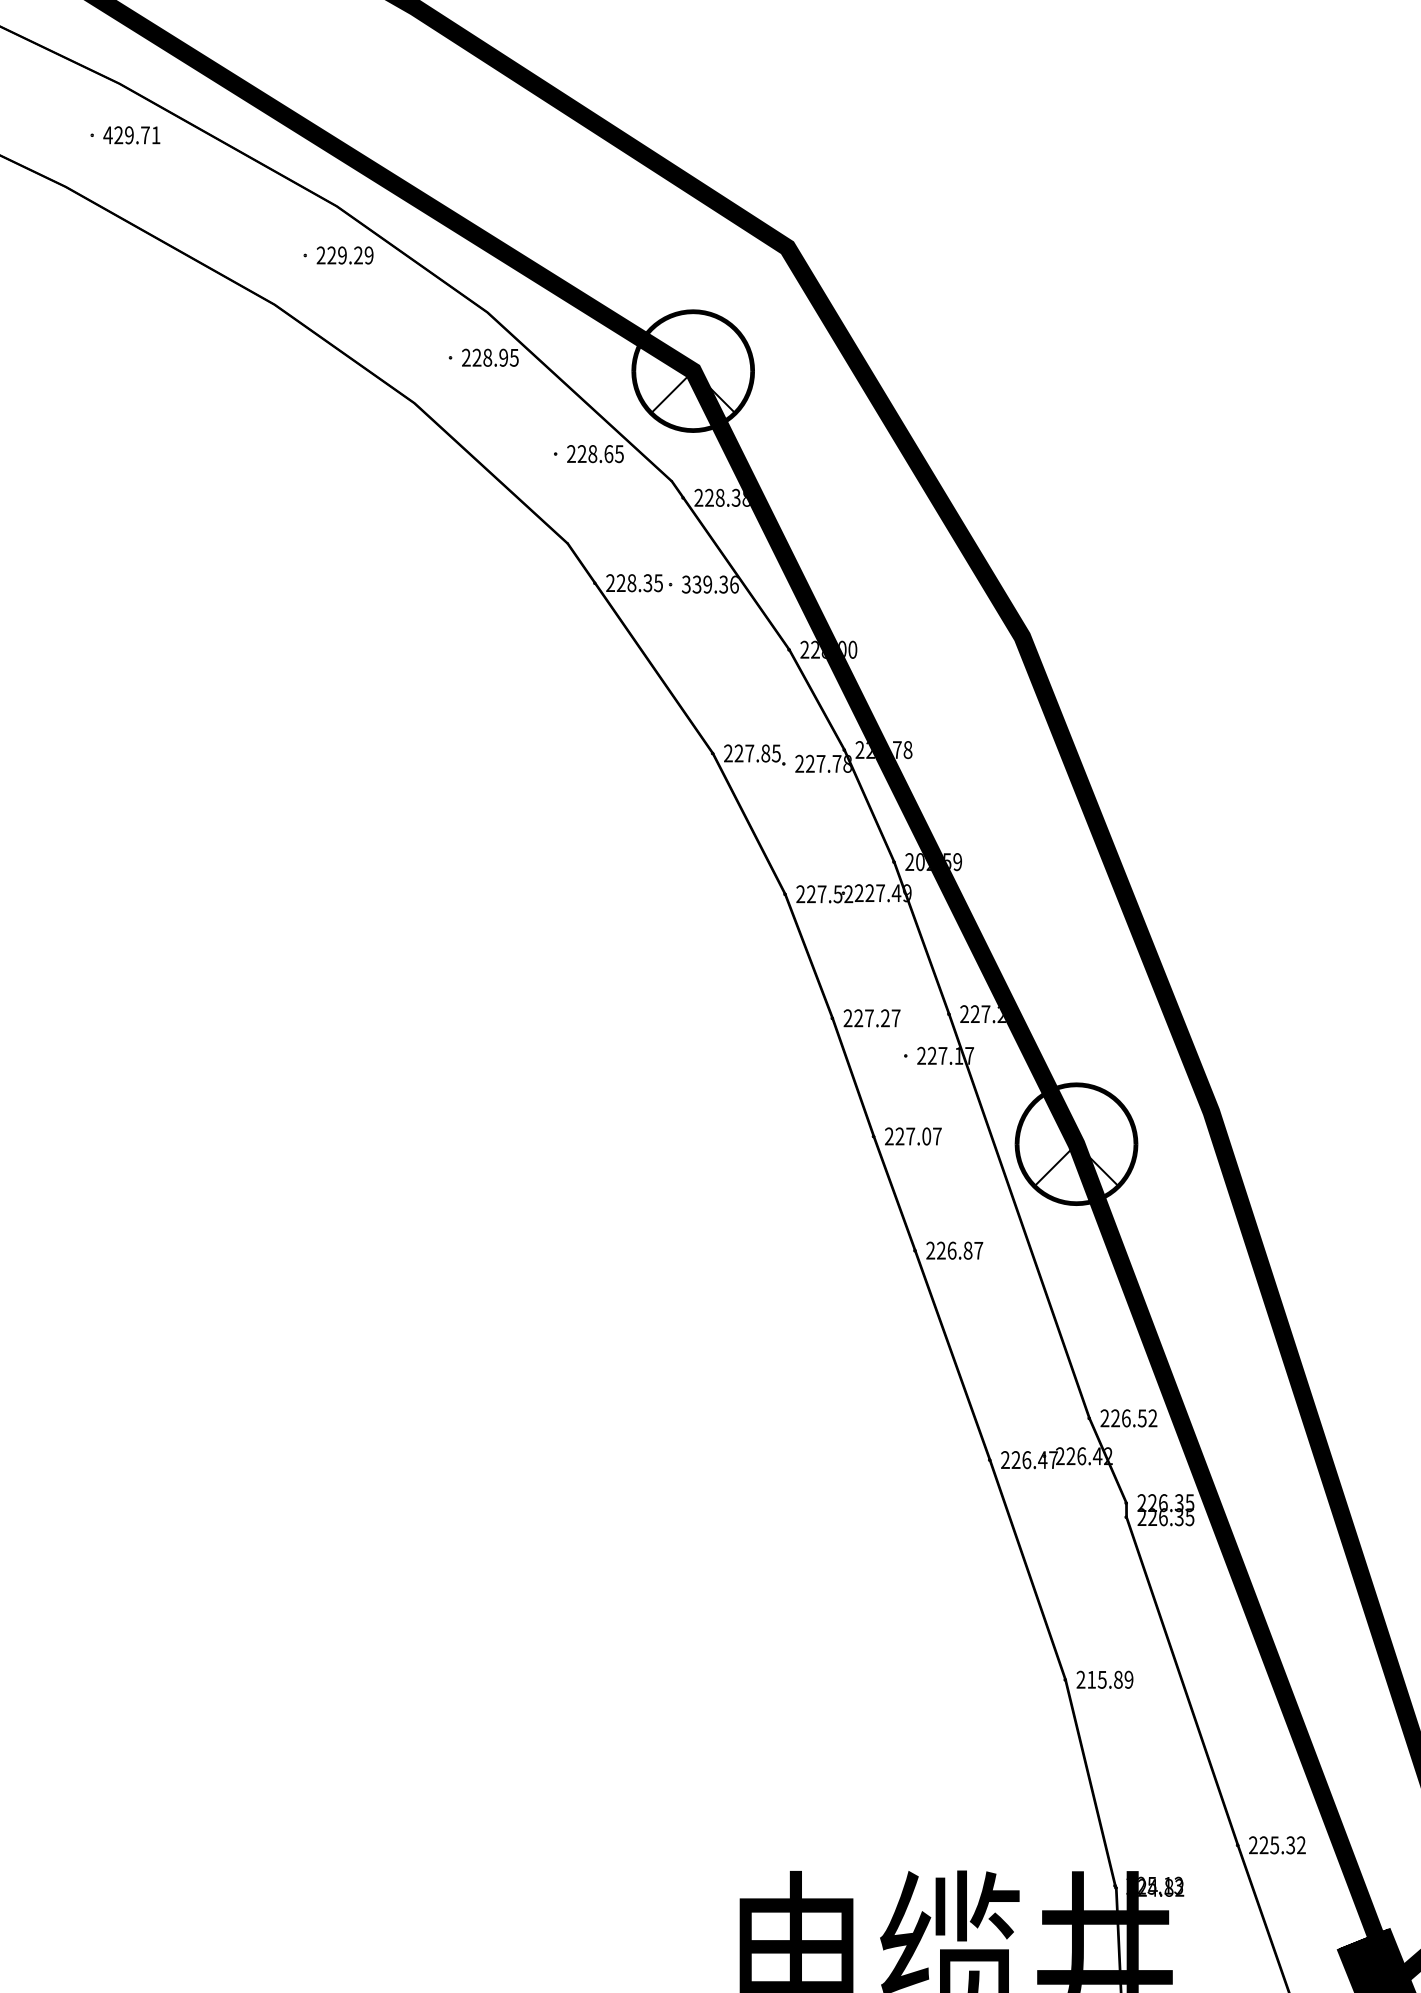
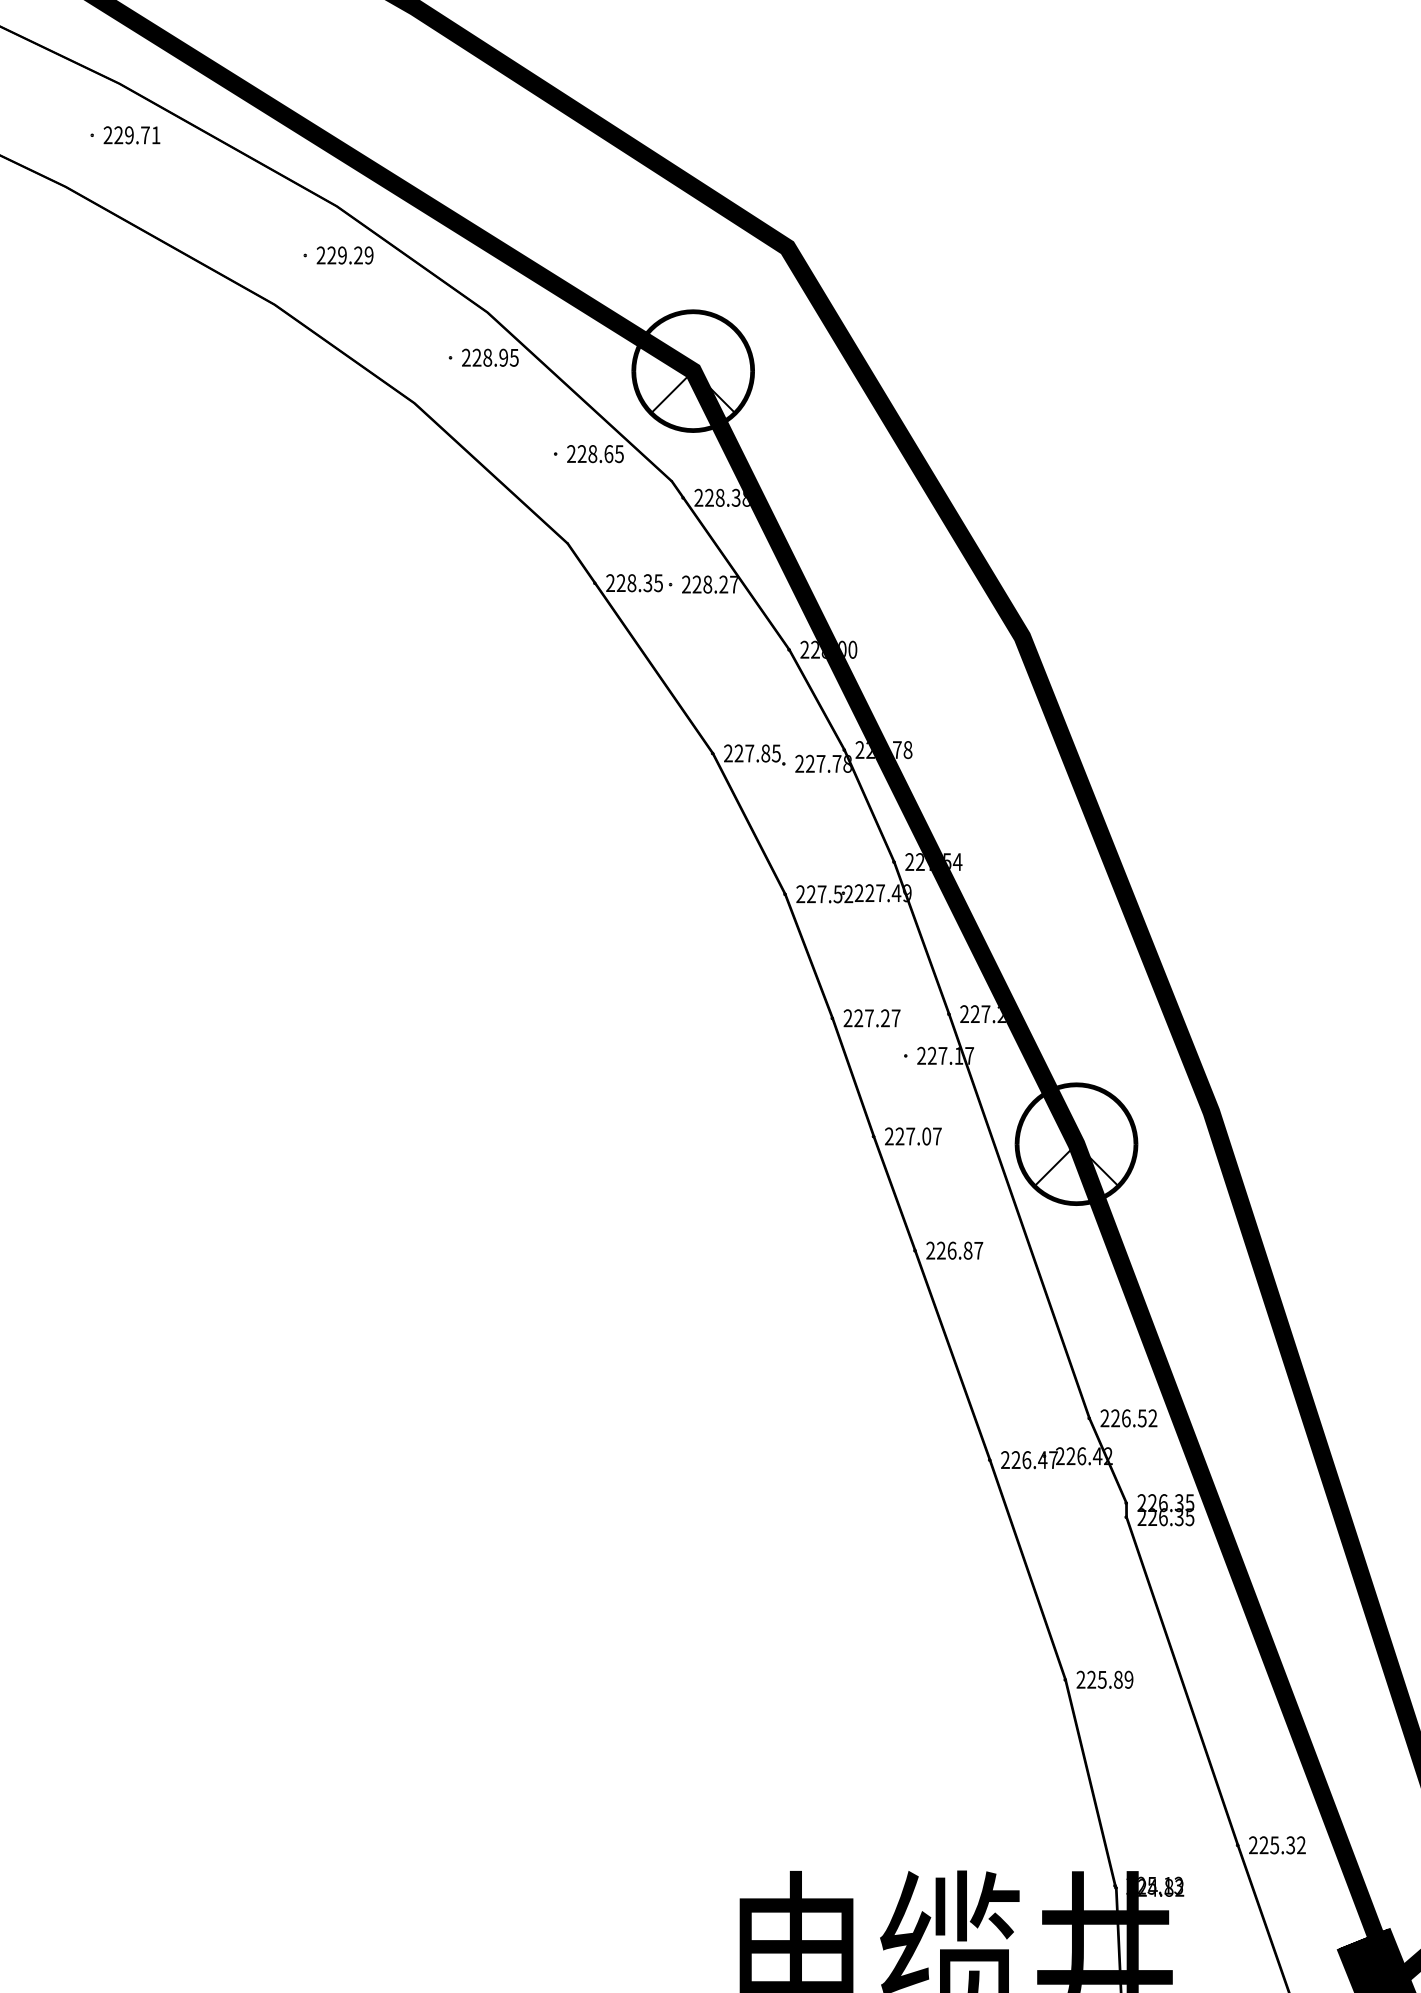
text at (107, 135): 429.71 -> 229.71
text at (709, 584): 339.36 -> 228.27
text at (939, 862): 202.59 -> 227.54
text at (1091, 1679): 215.89 -> 225.89
